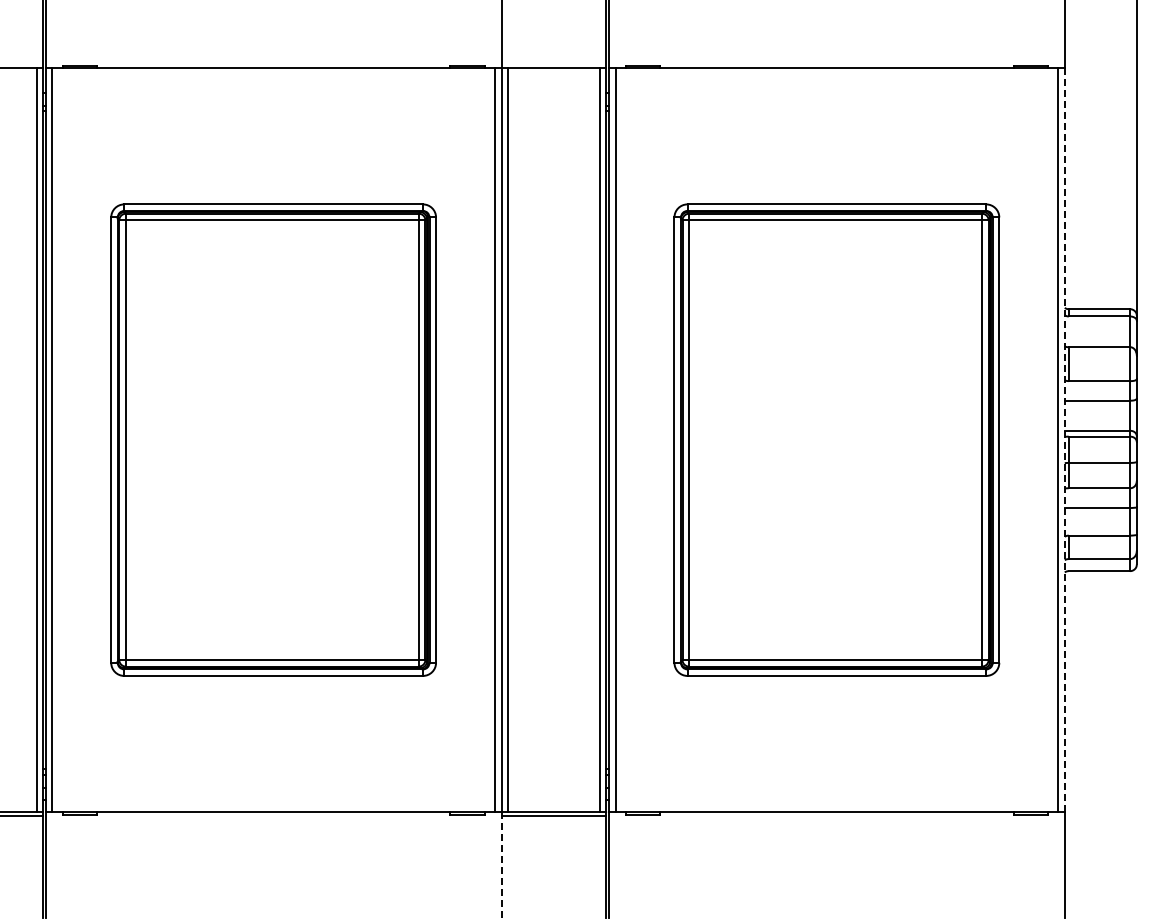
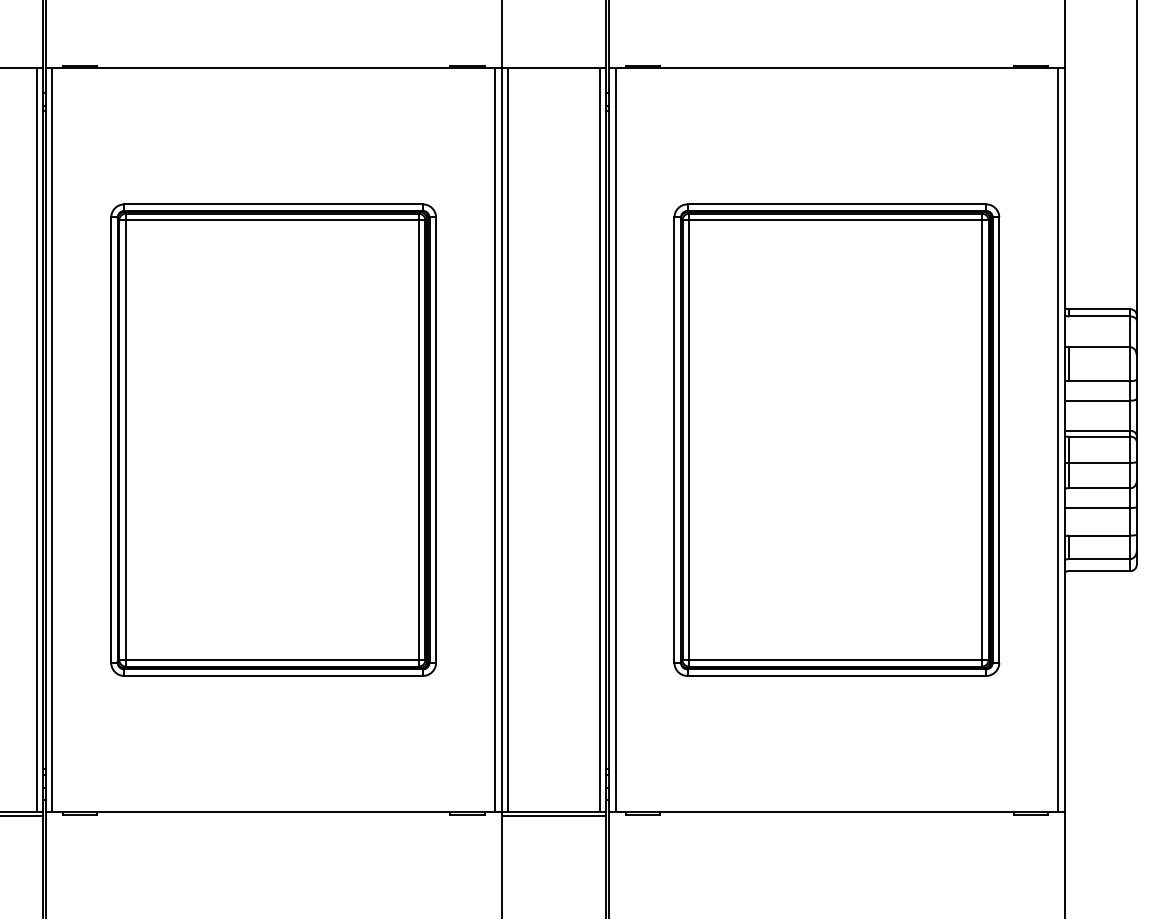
line at (1064, 440): dashed -> solid
line at (501, 866): dashed -> solid
